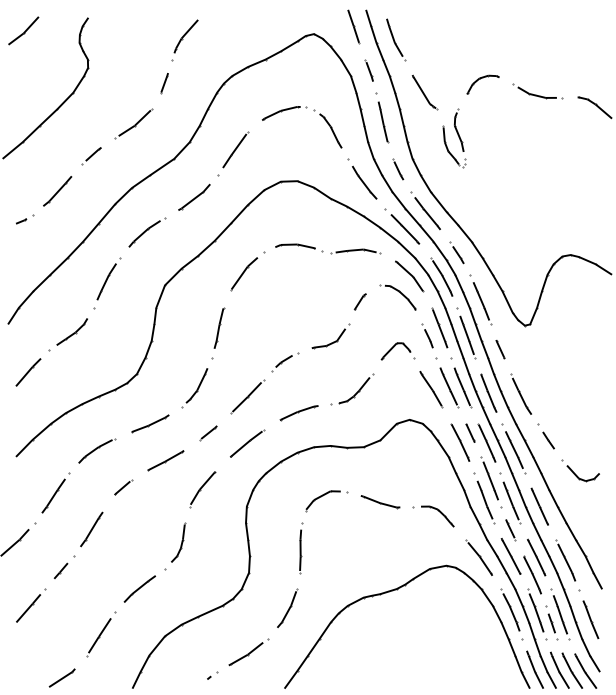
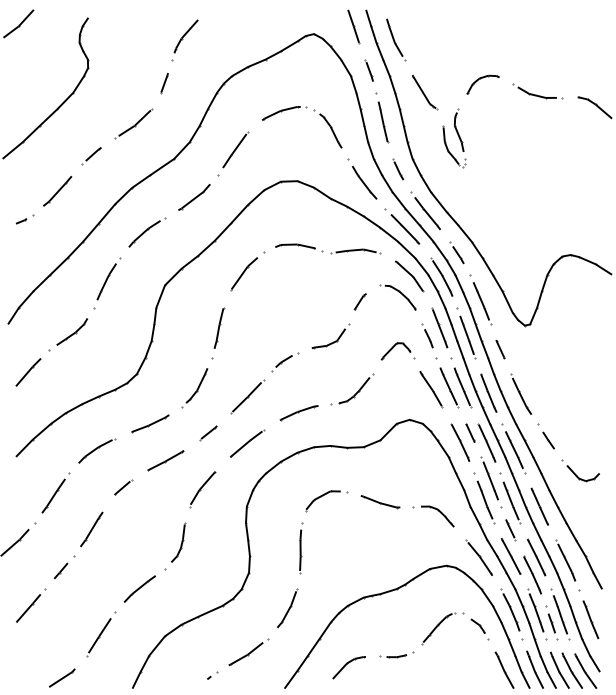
part at (23, 30) position: (23, 30) -> (18, 23)
part at (423, 650): none -> present
